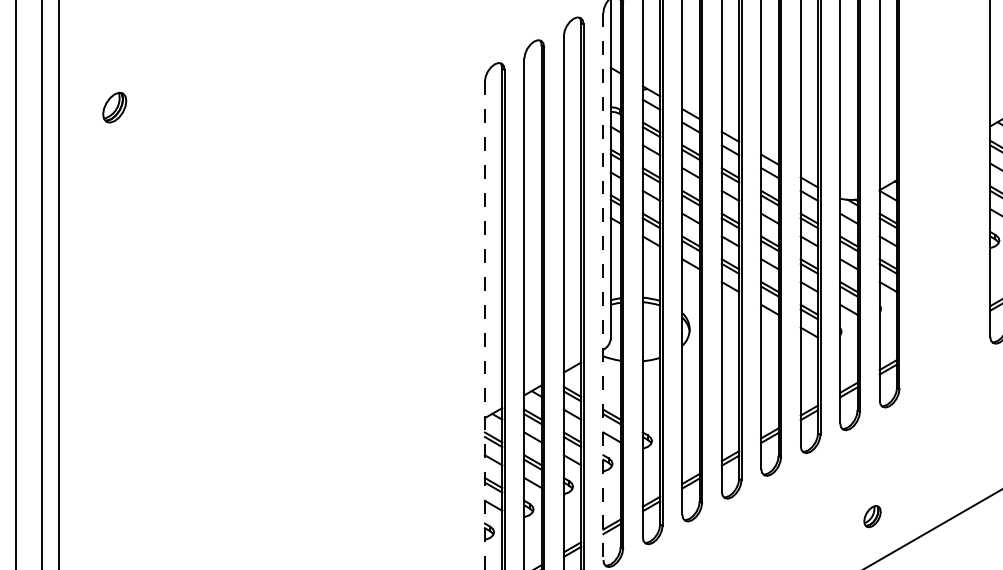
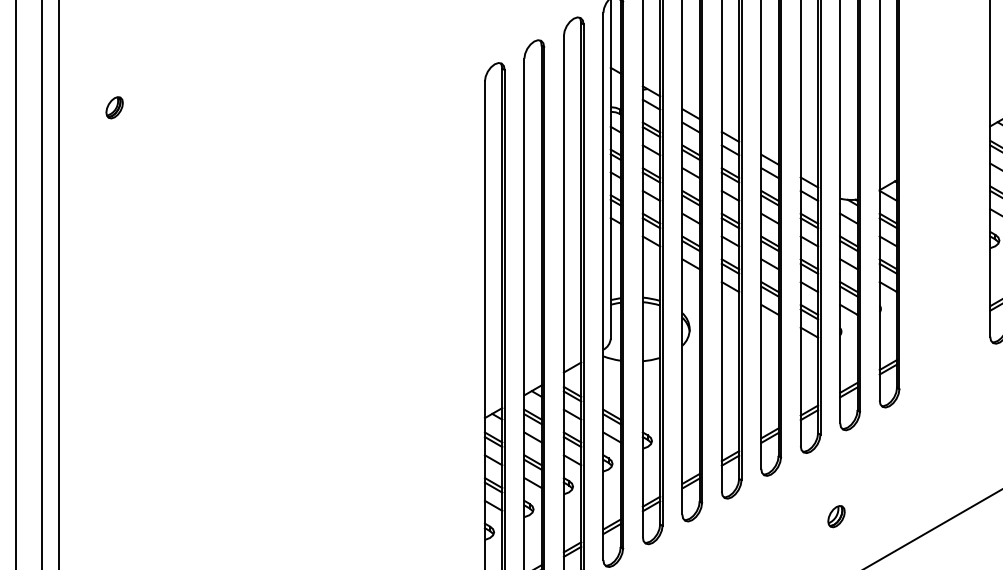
part at (114, 107) size: 26x33 px -> 19x24 px
line at (603, 286): dashed -> solid
line at (484, 325): dashed -> solid
part at (872, 516) position: (872, 516) -> (836, 516)
